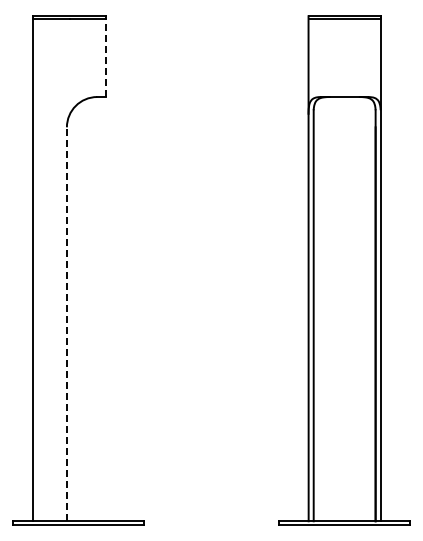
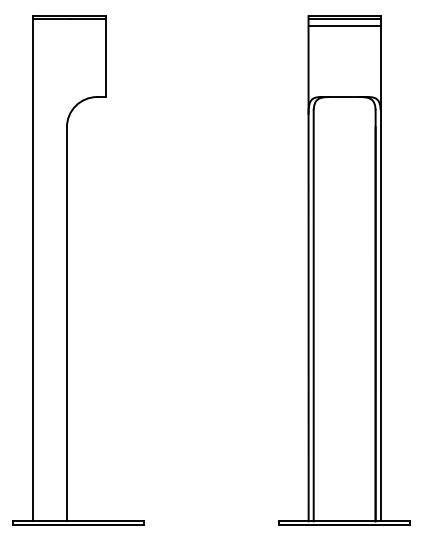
line at (344, 26): none -> present
line at (105, 58): dashed -> solid
line at (66, 324): dashed -> solid
